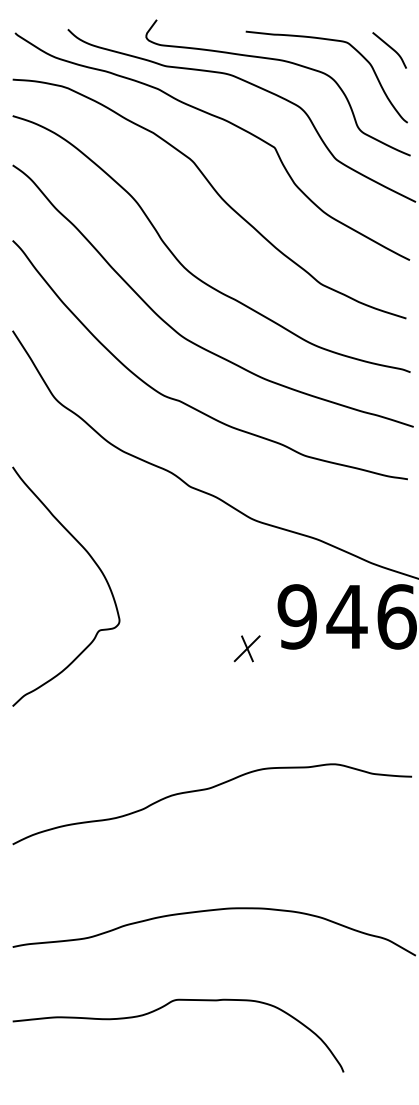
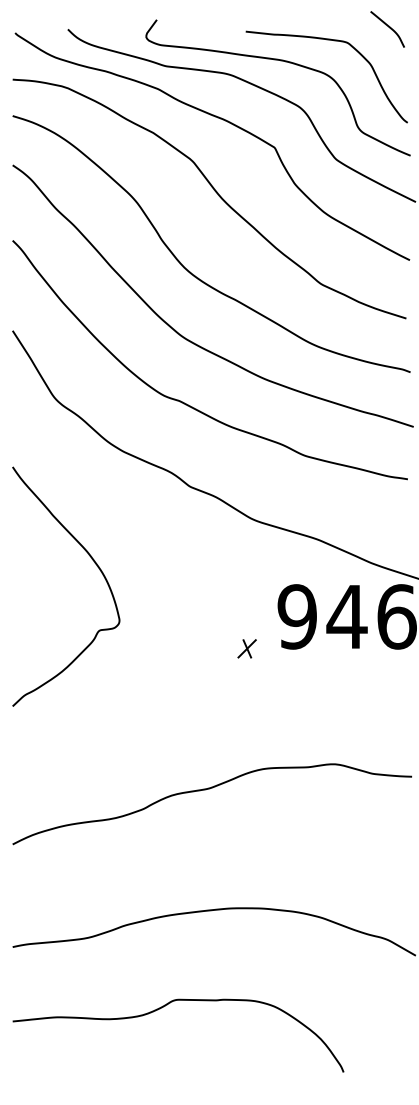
curve at (390, 48) position: (390, 48) -> (388, 27)
part at (246, 648) size: 28x28 px -> 20x20 px
